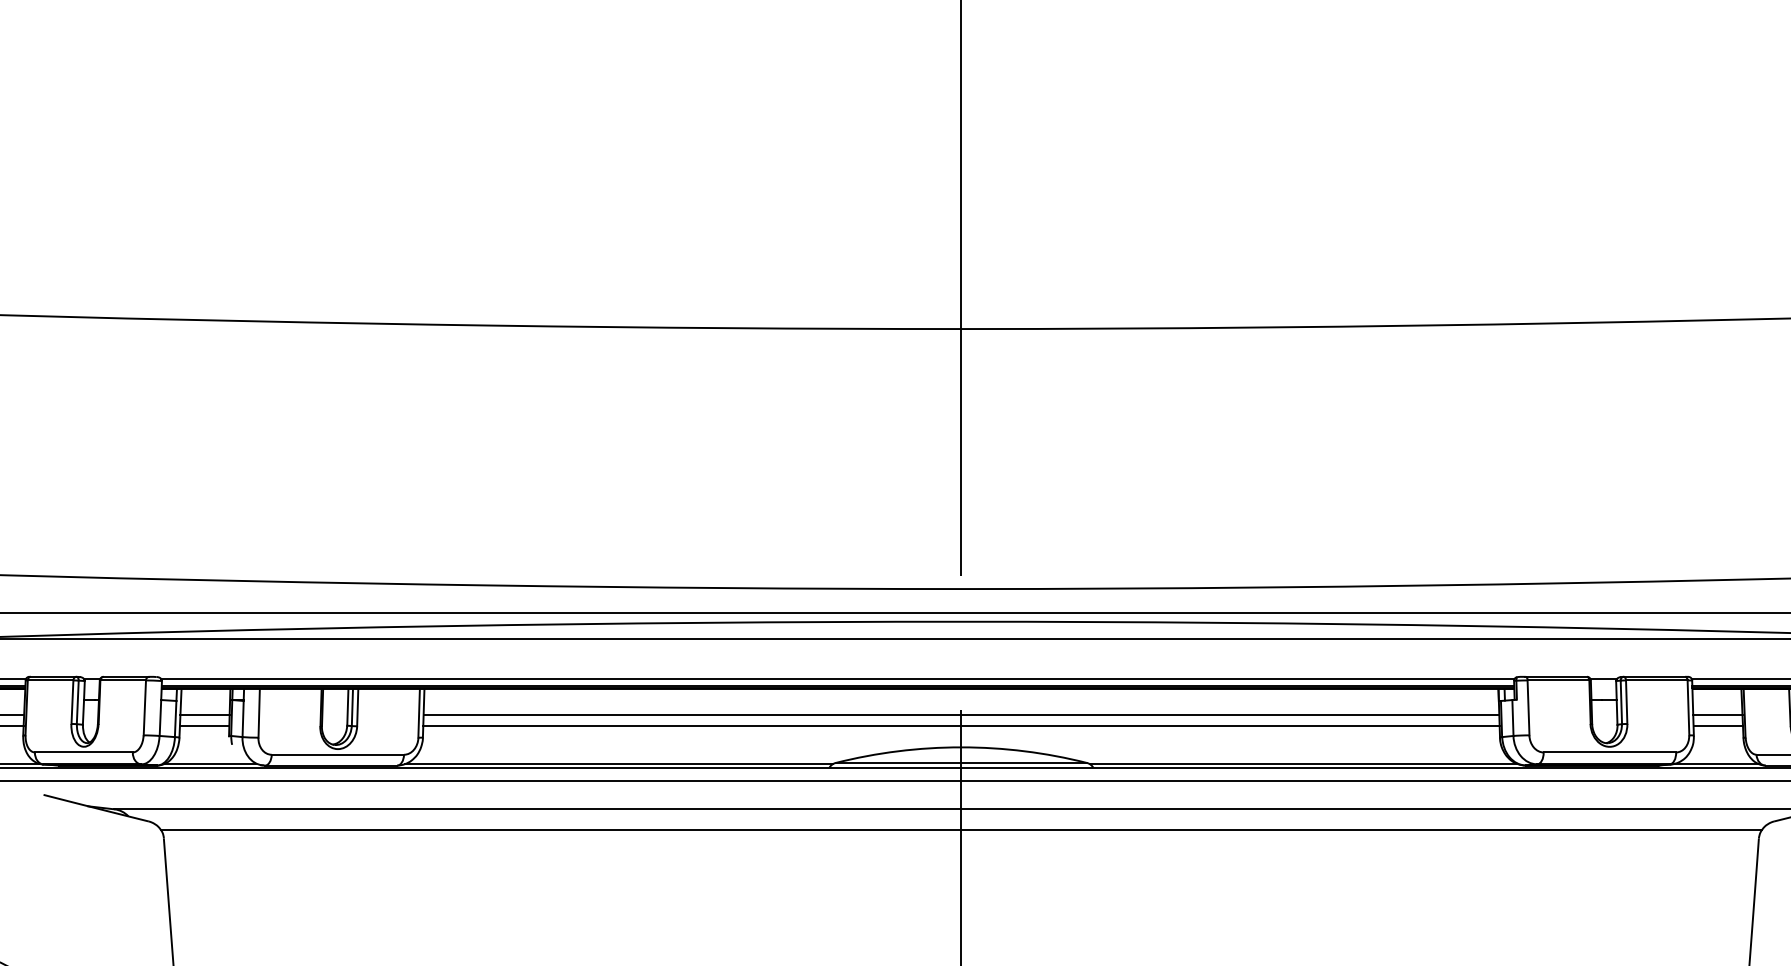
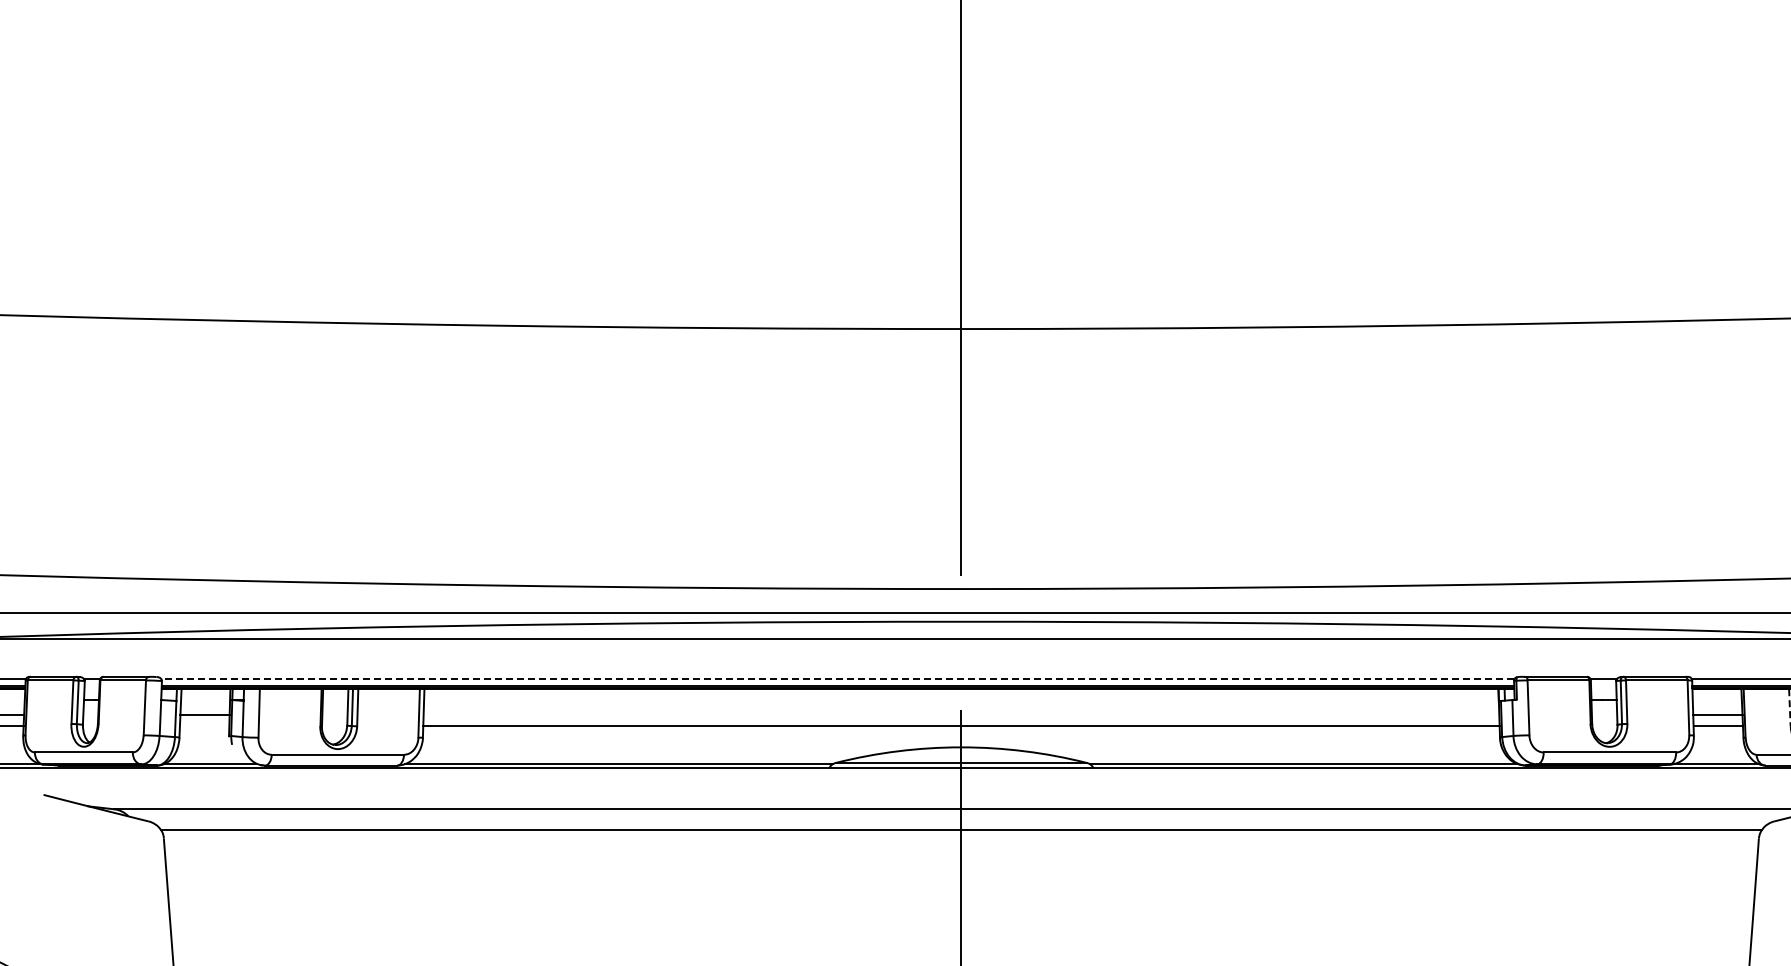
line at (837, 678): solid -> dashed
line at (1789, 707): solid -> dashed
line at (961, 715): present -> none
line at (204, 725): present -> none
line at (894, 781): present -> none
